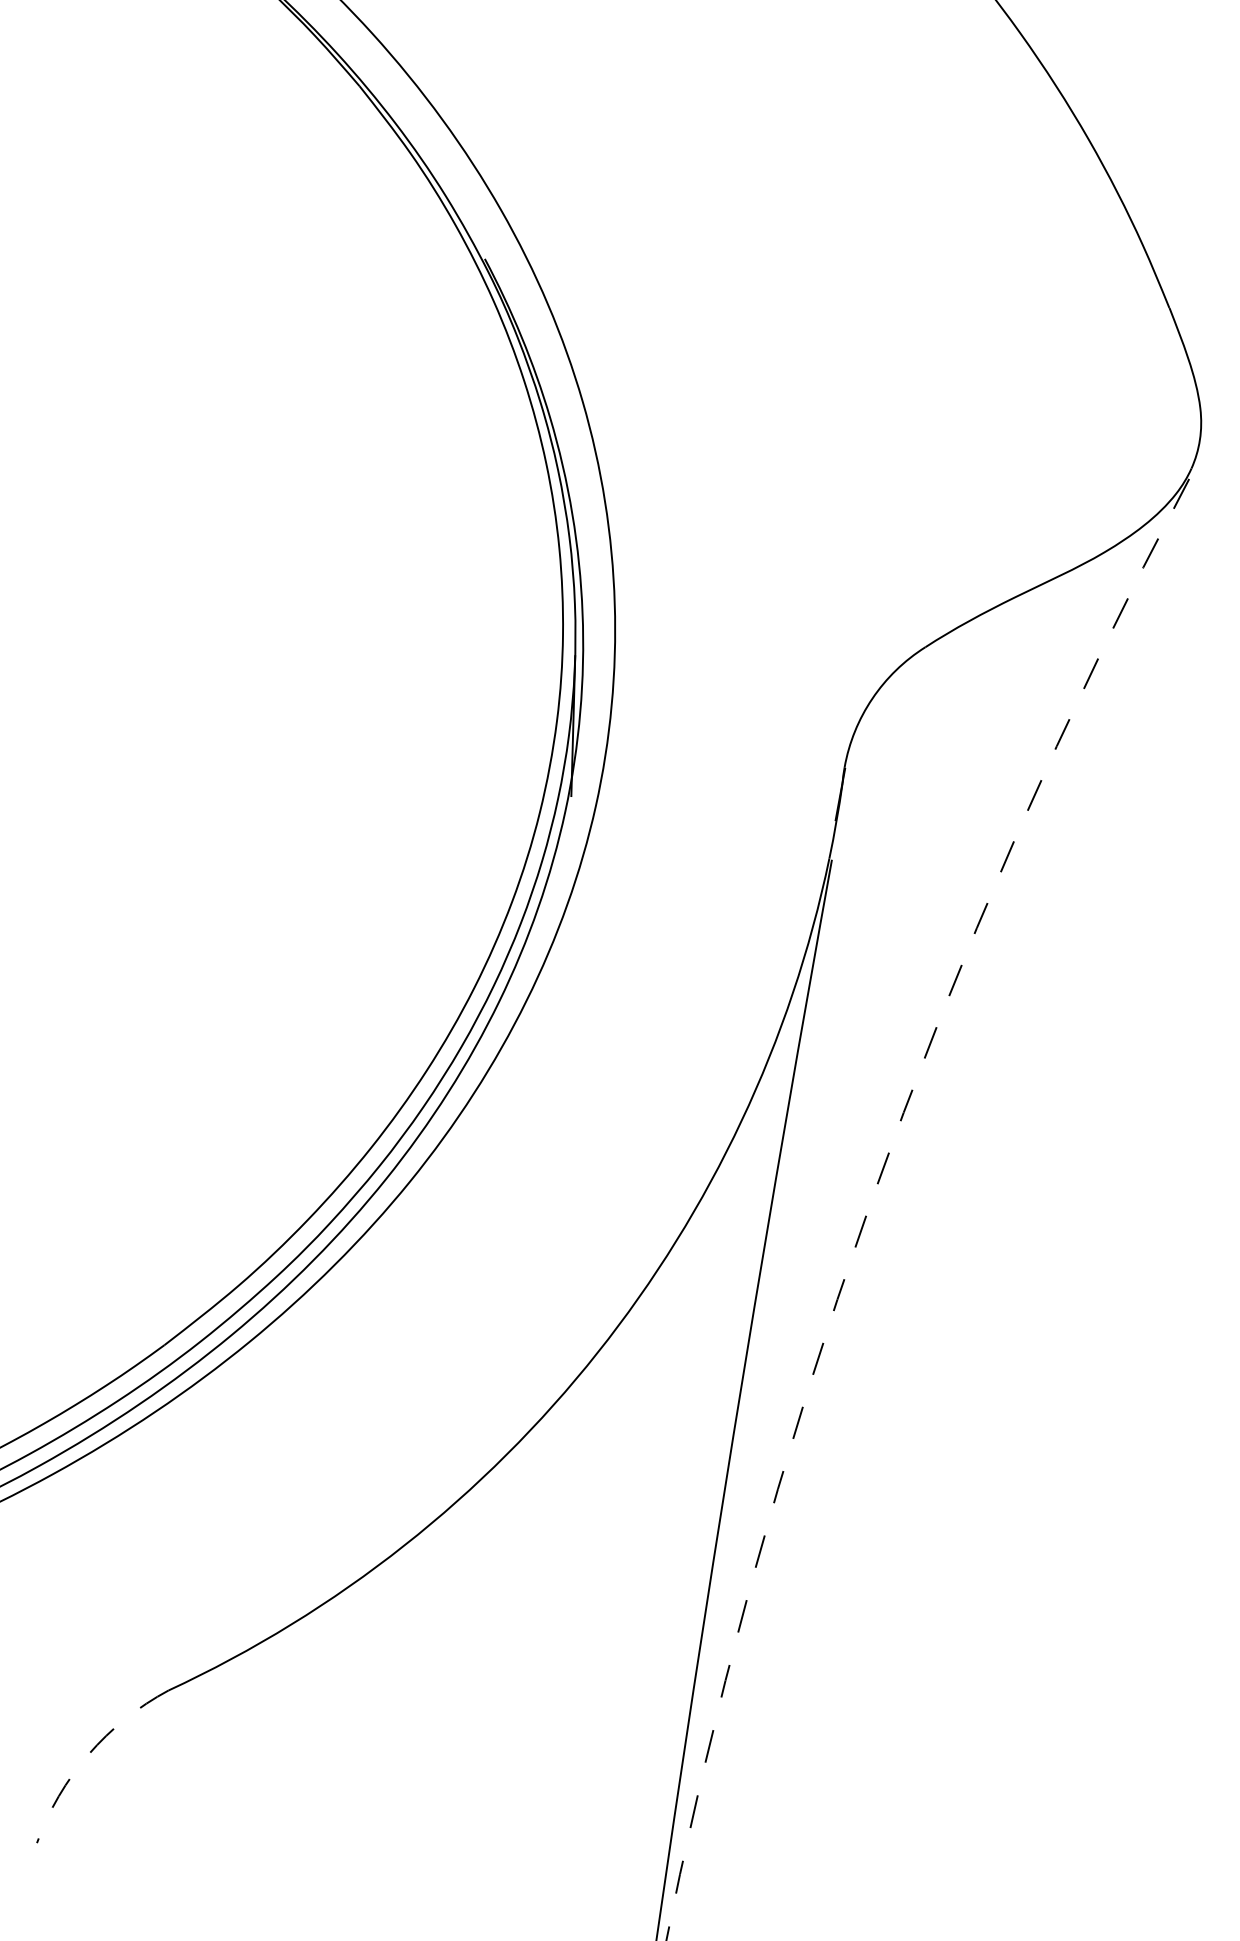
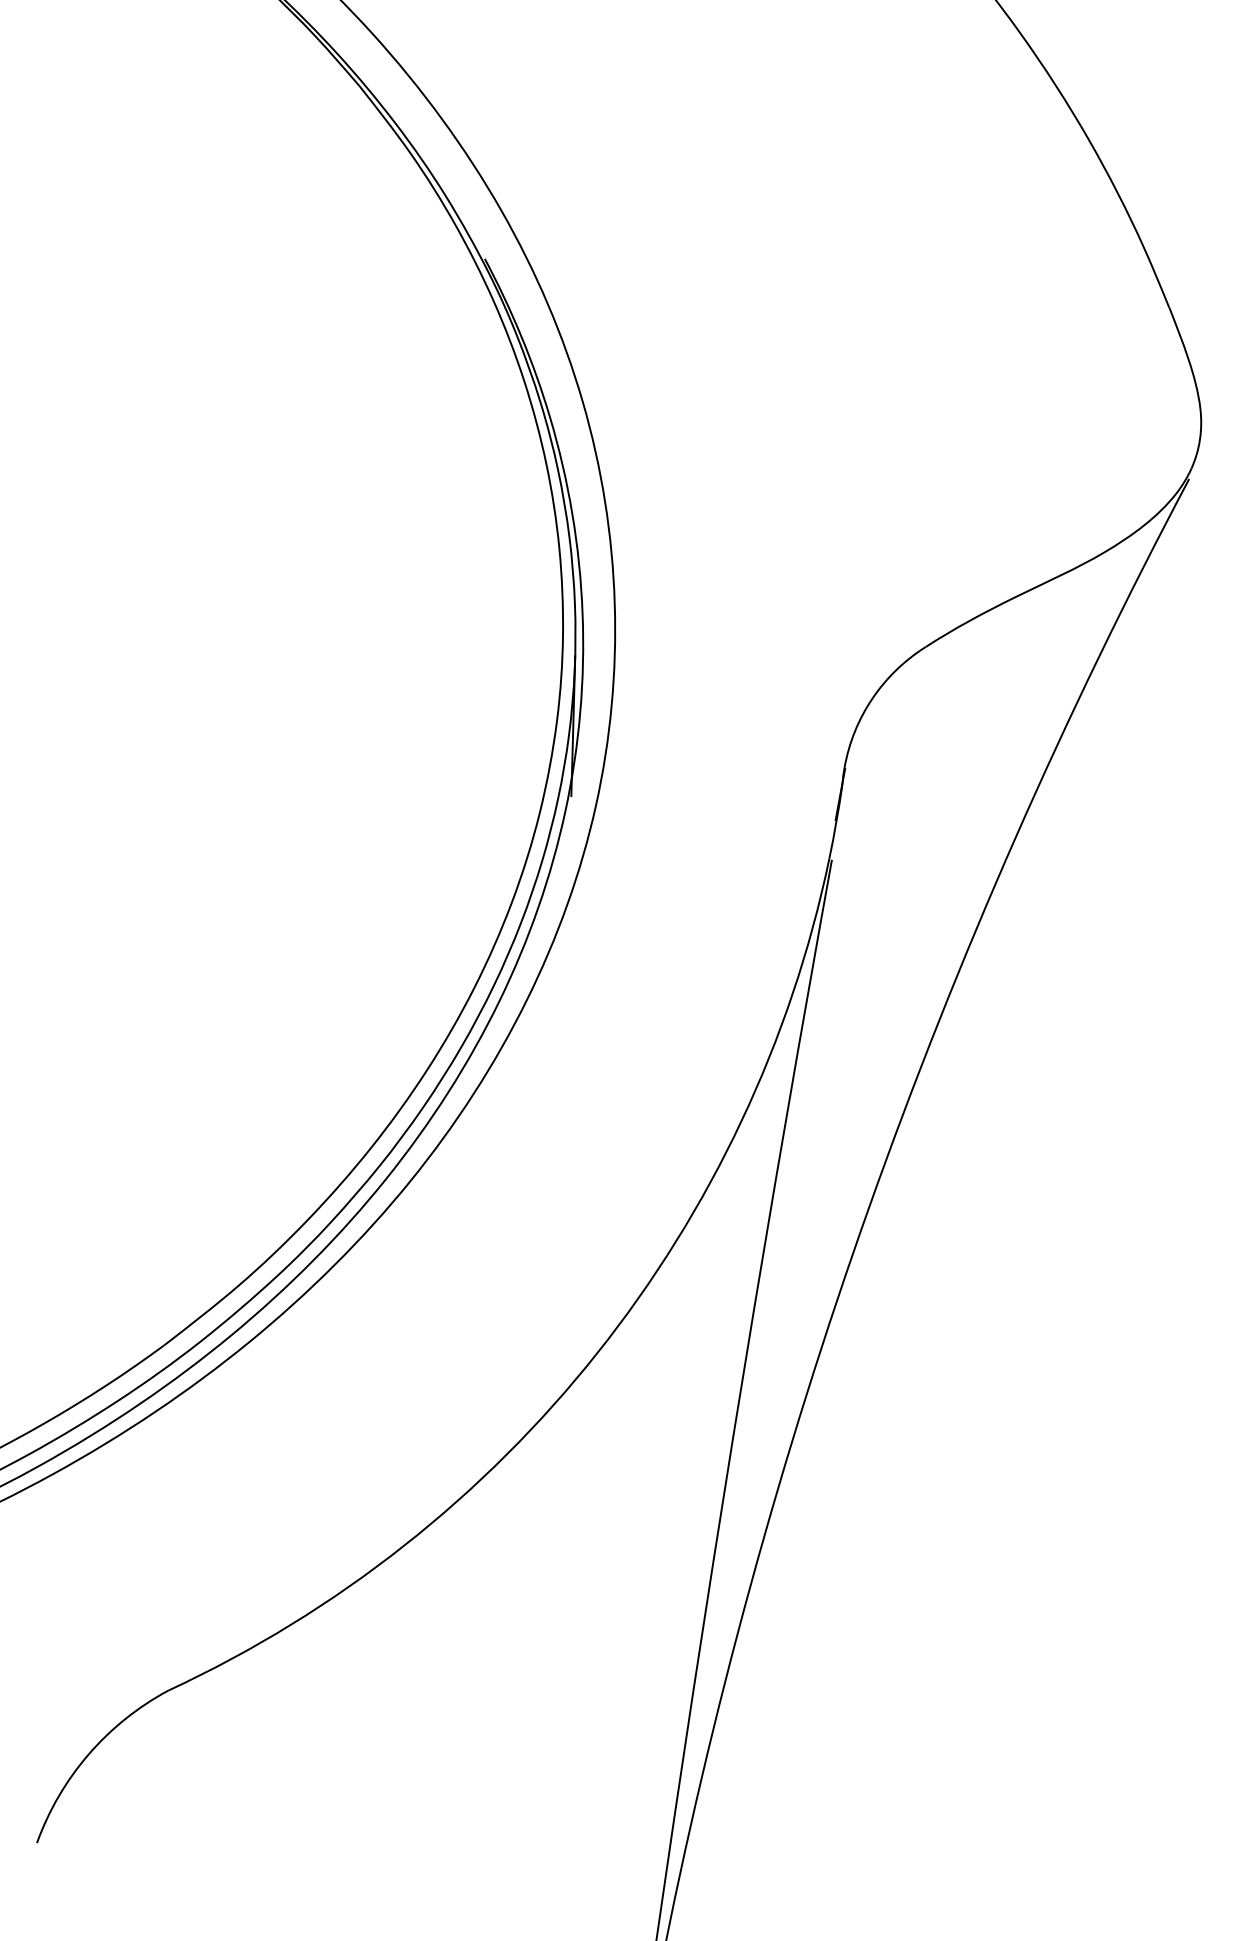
arc at (874, 1191): dashed -> solid
arc at (88, 1754): dashed -> solid
